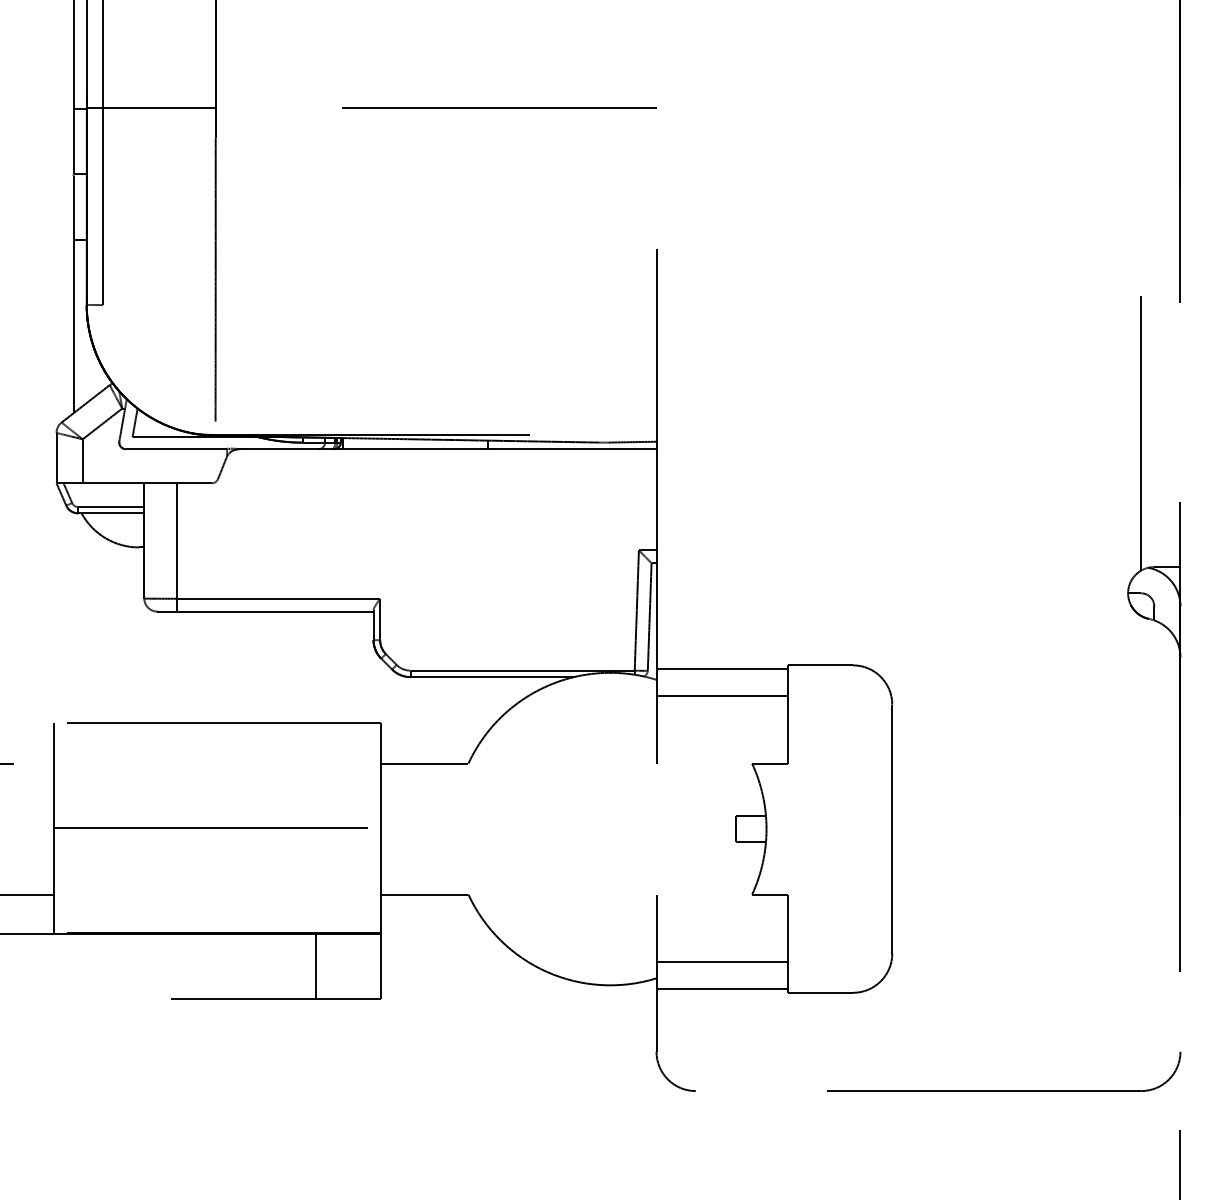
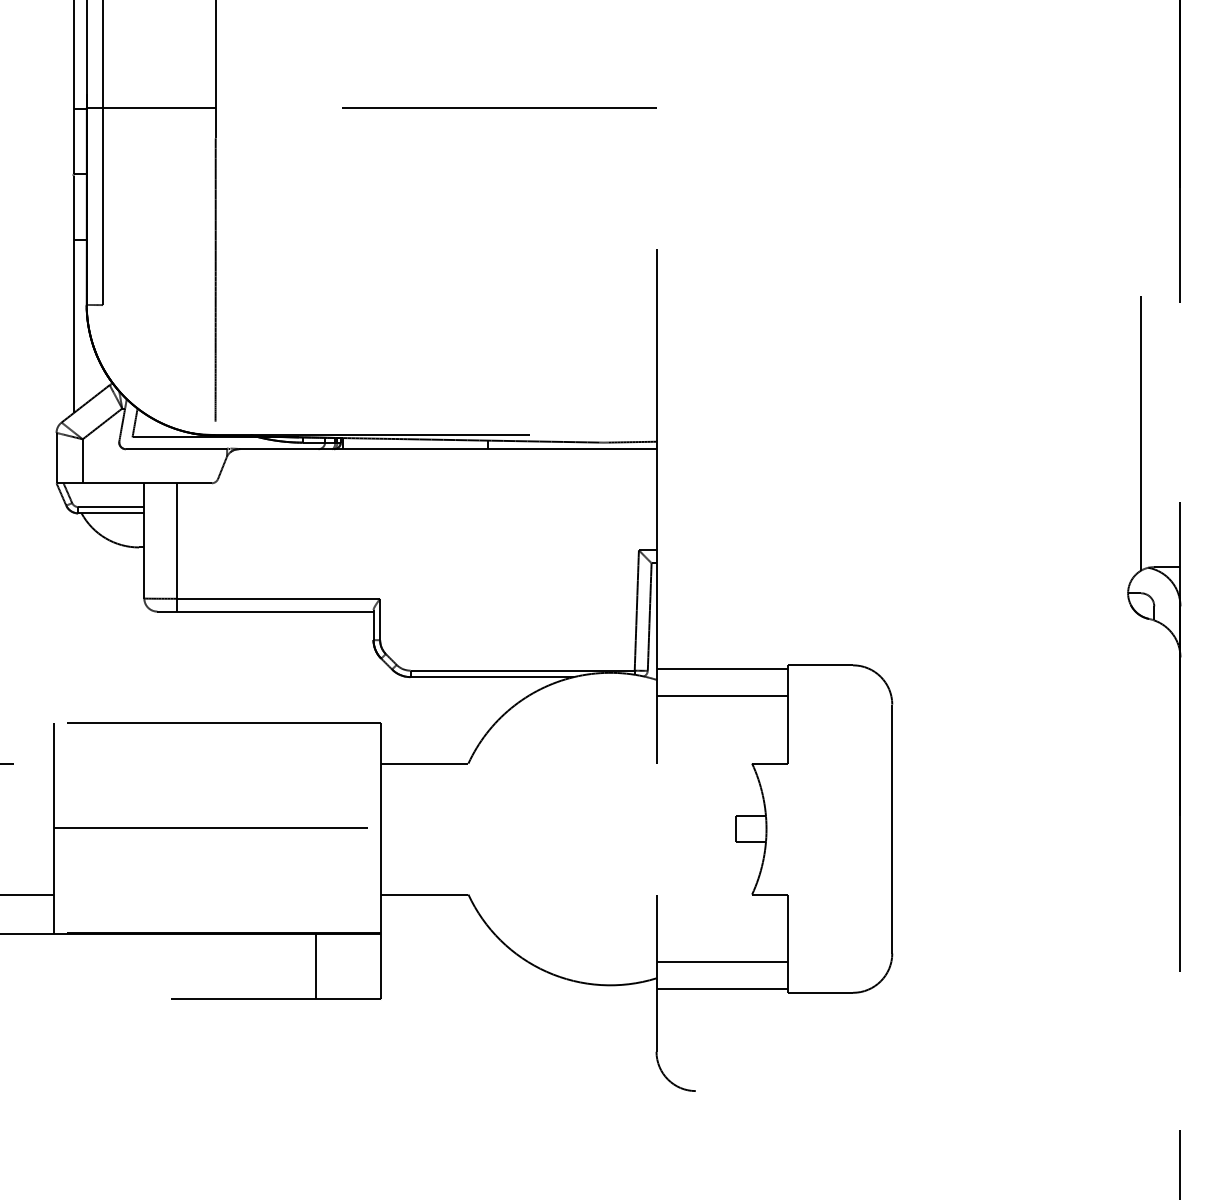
part at (1004, 1090): present -> none
